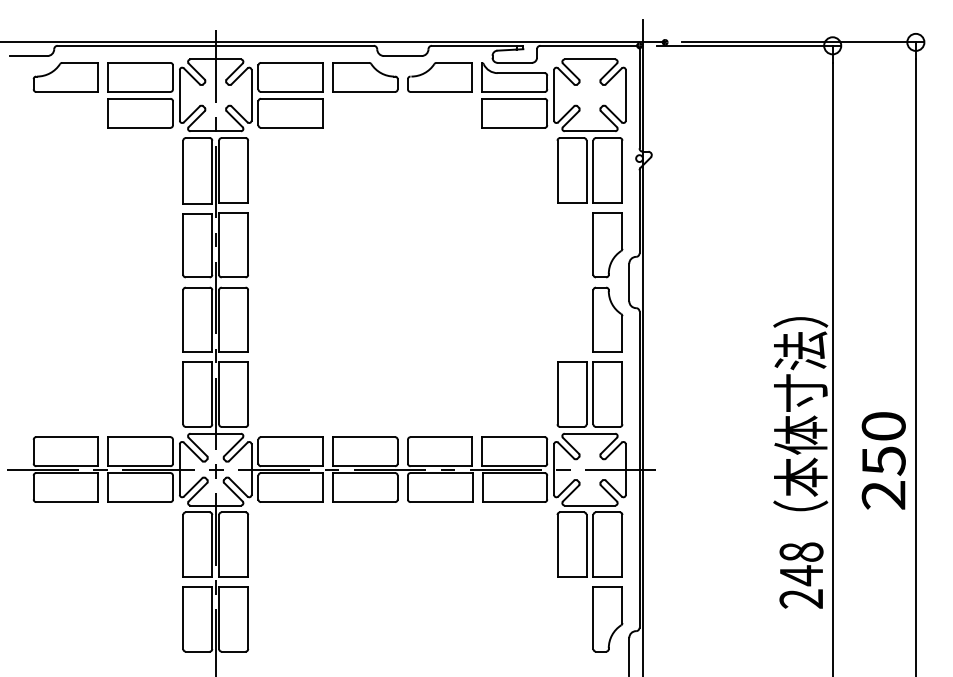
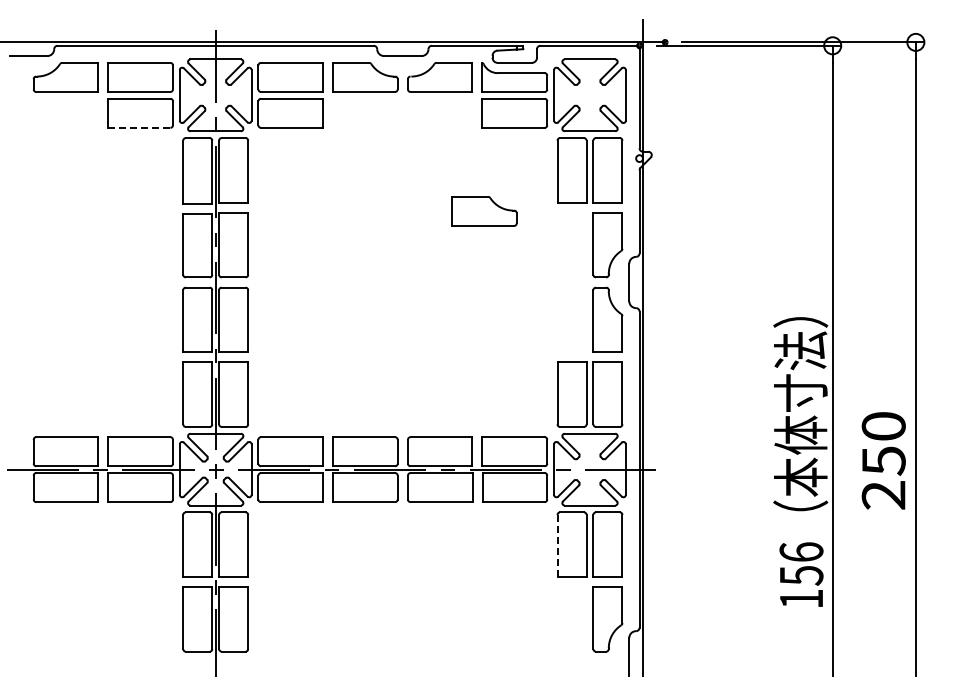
line at (139, 127): solid -> dashed
part at (484, 211): none -> present
line at (557, 545): solid -> dashed
text at (801, 575): 248 -> 156
